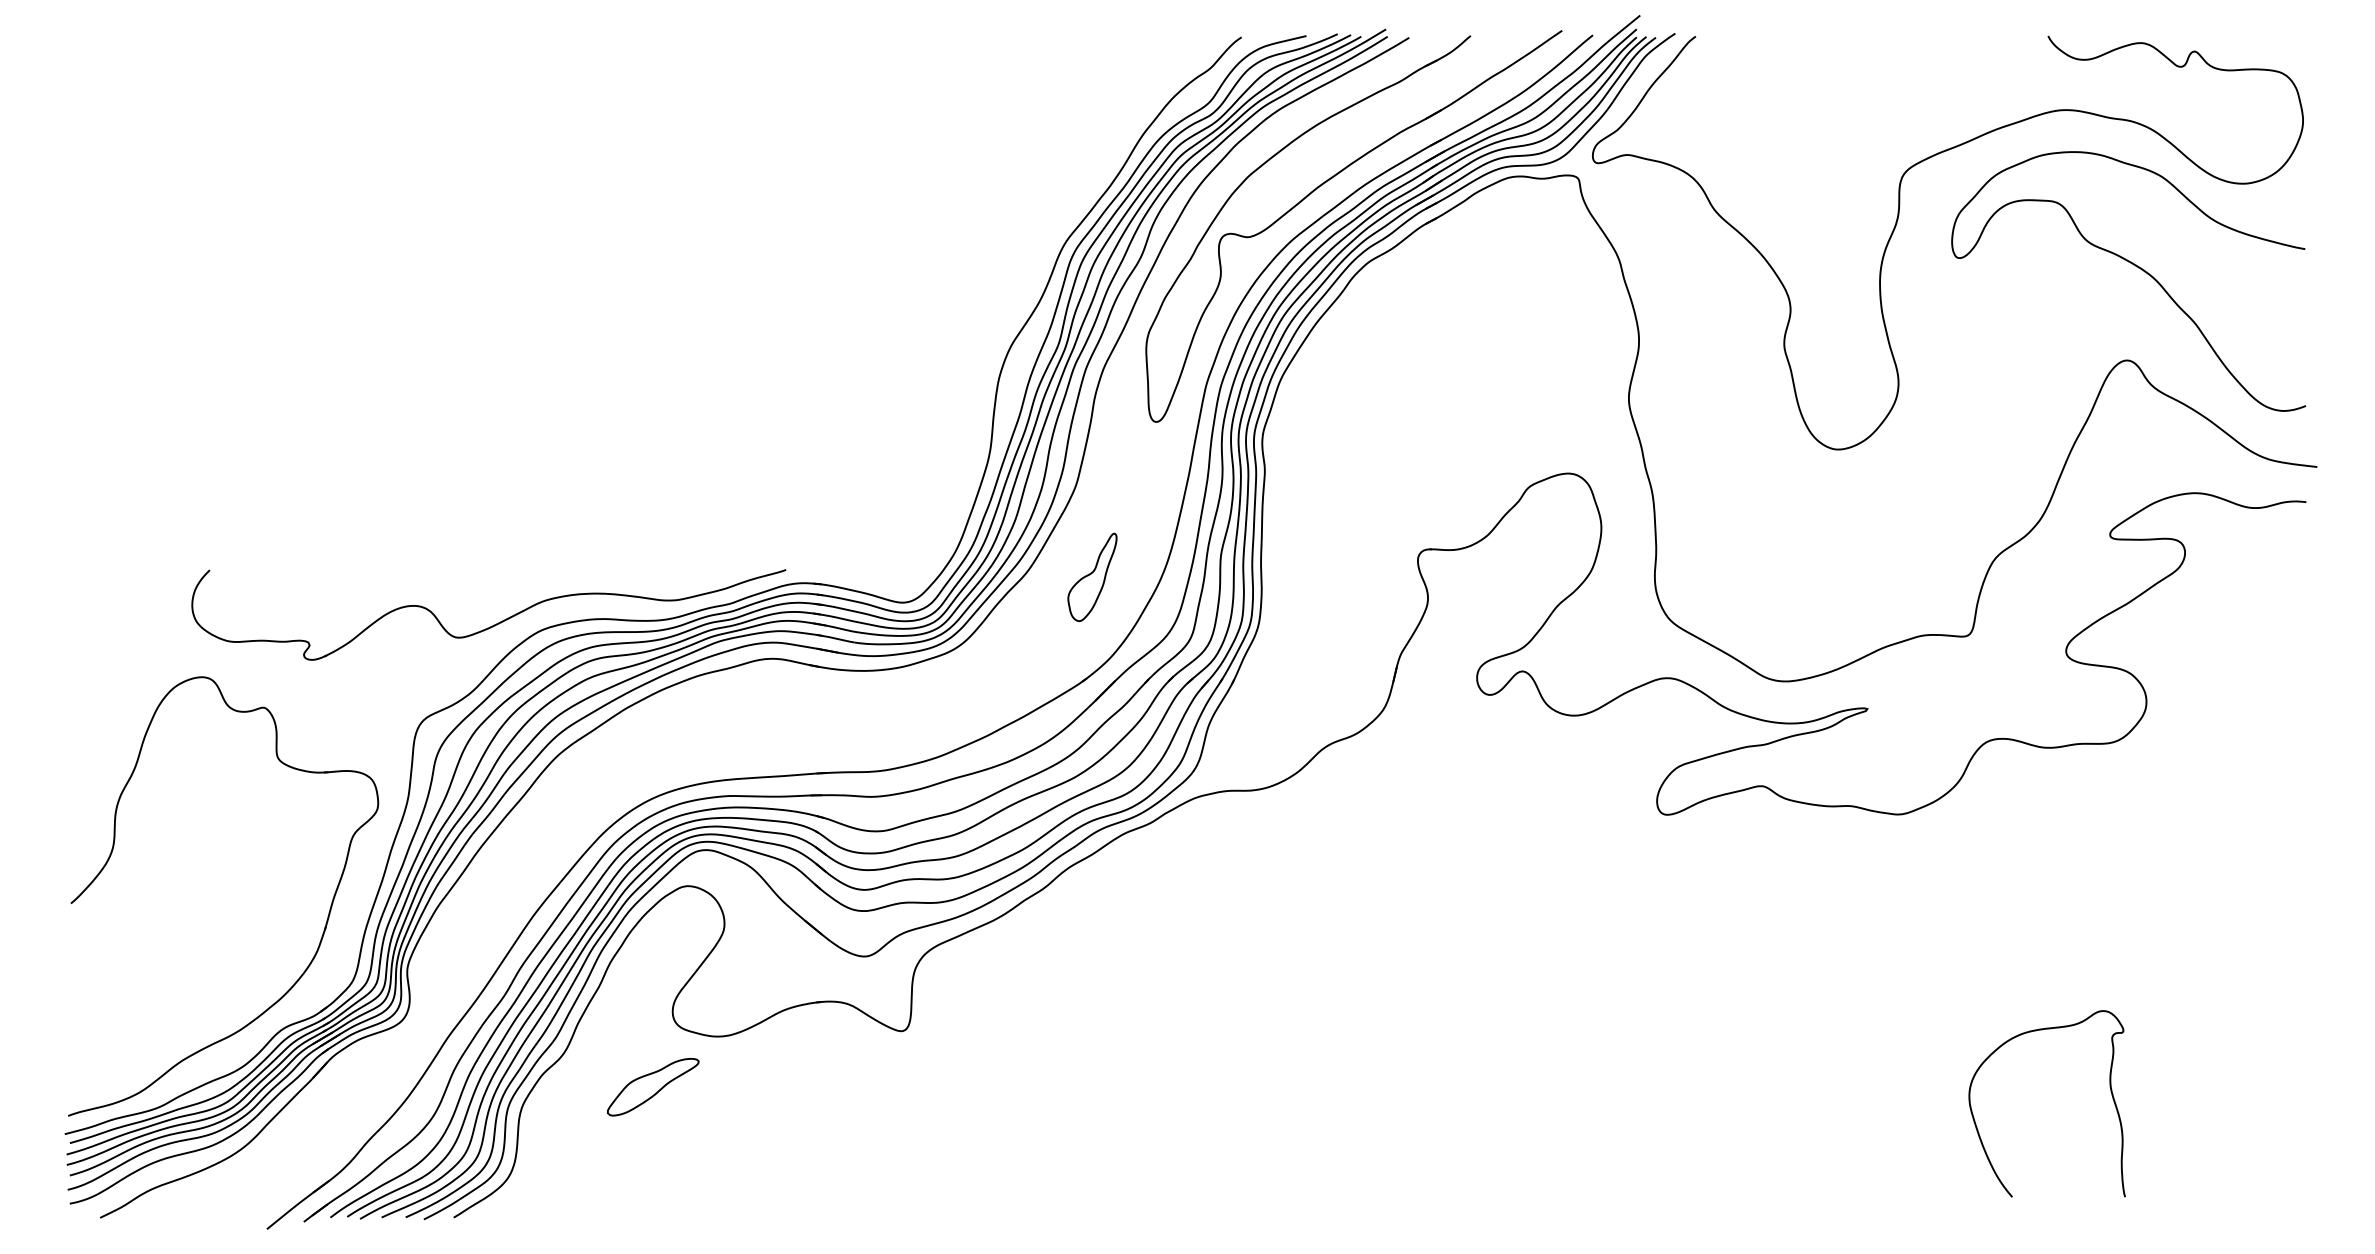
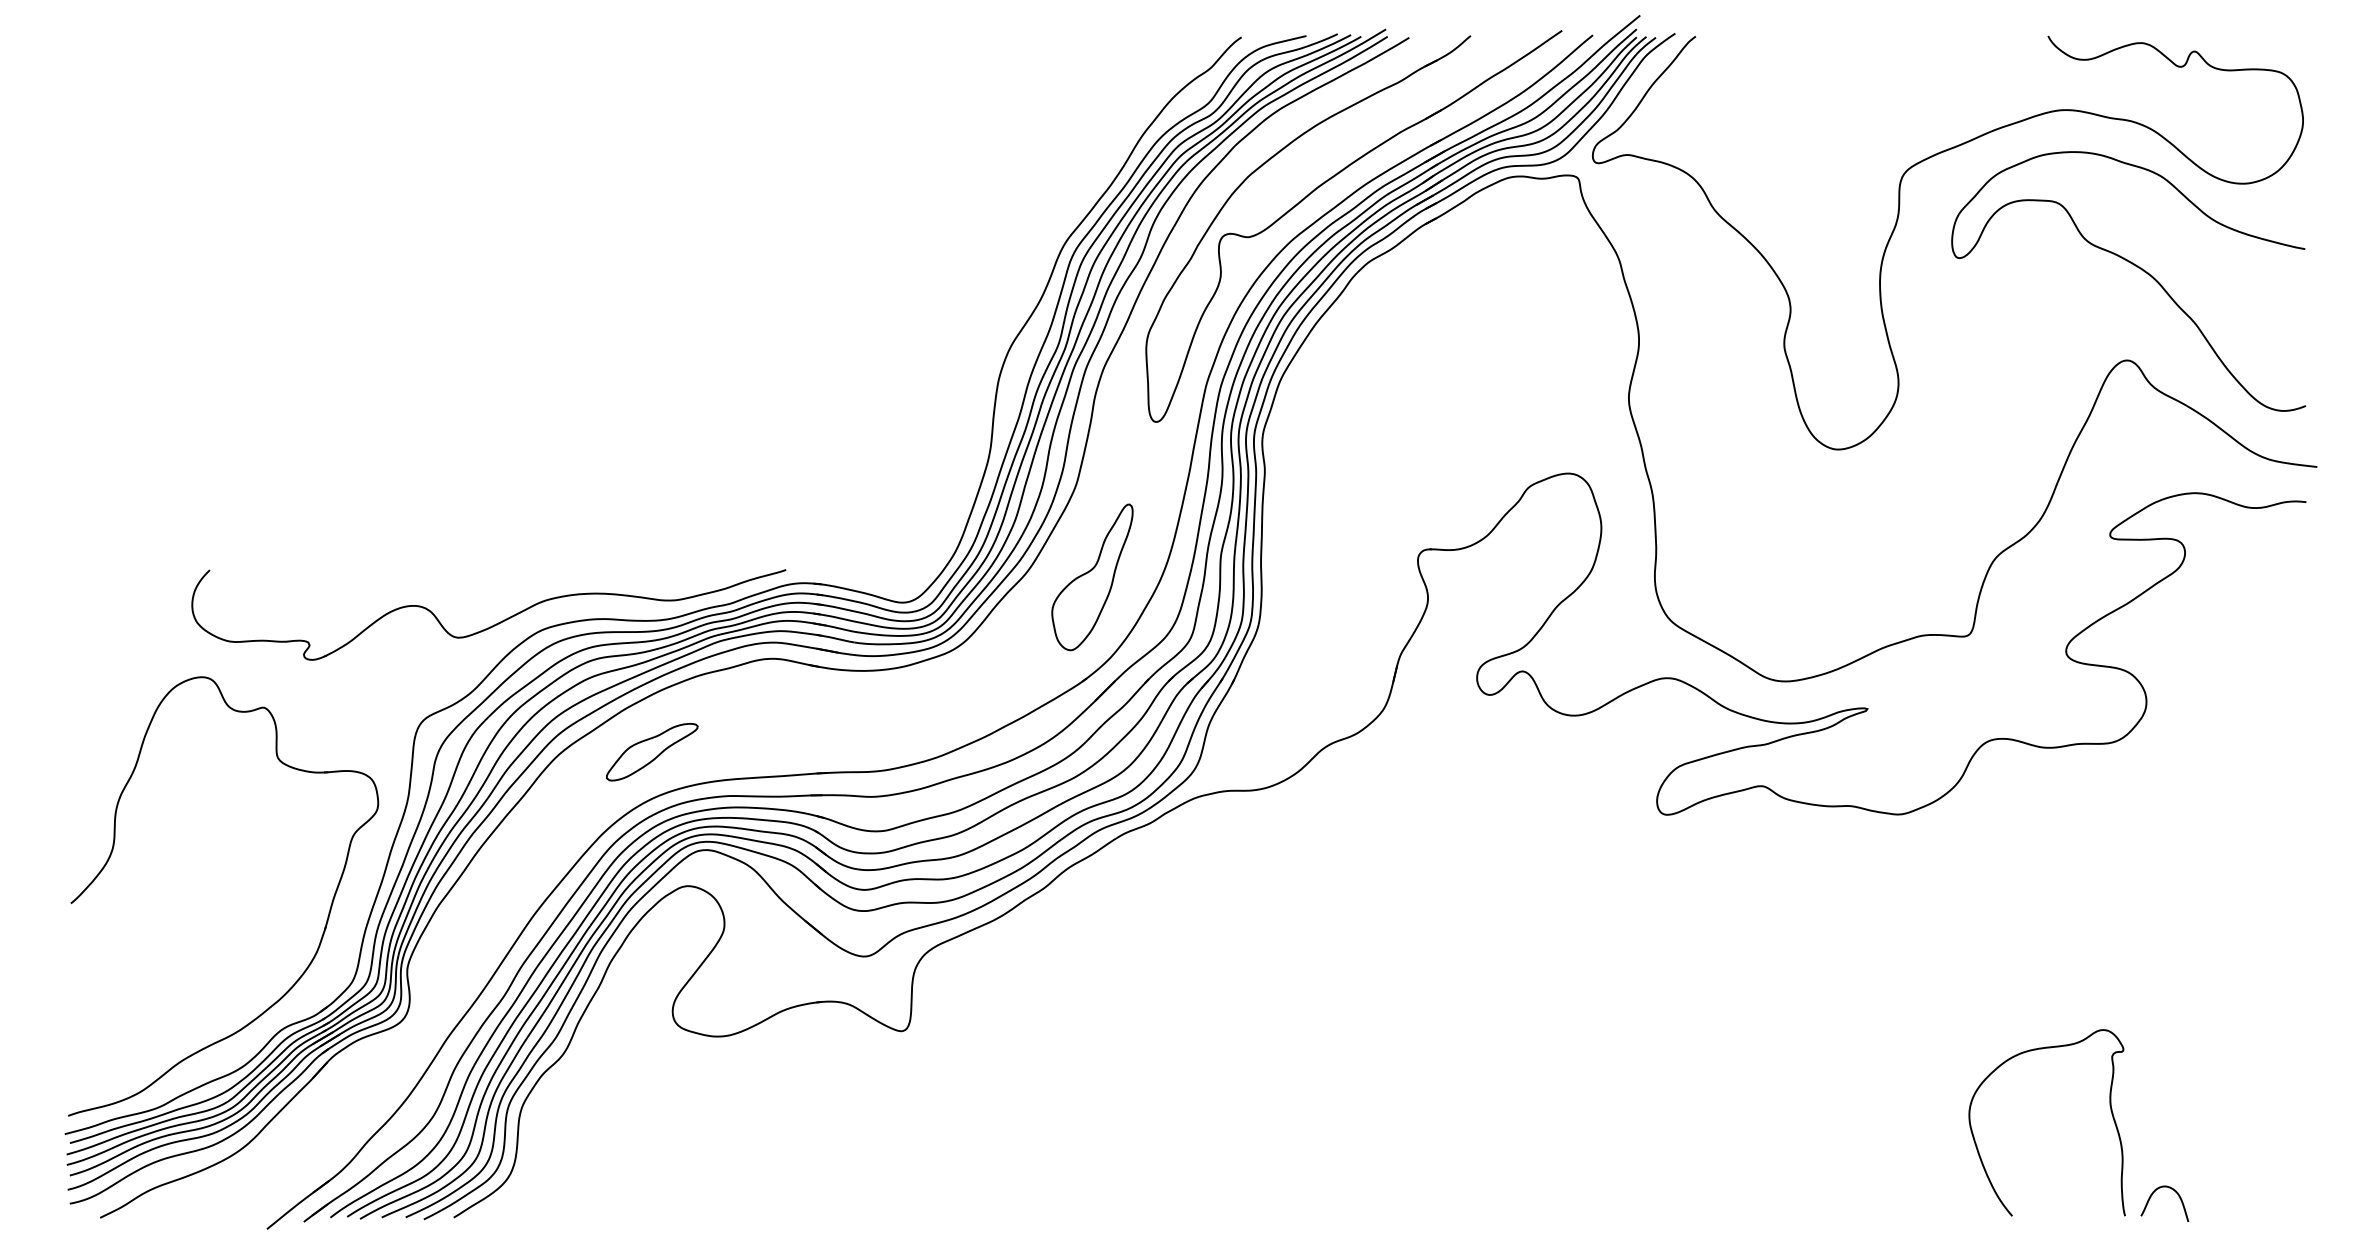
part at (1092, 577) size: 51x91 px -> 83x149 px
part at (653, 1087) position: (653, 1087) -> (652, 752)
curve at (2110, 1091) position: (2110, 1091) -> (2110, 1110)
curve at (2153, 1194): none -> present
